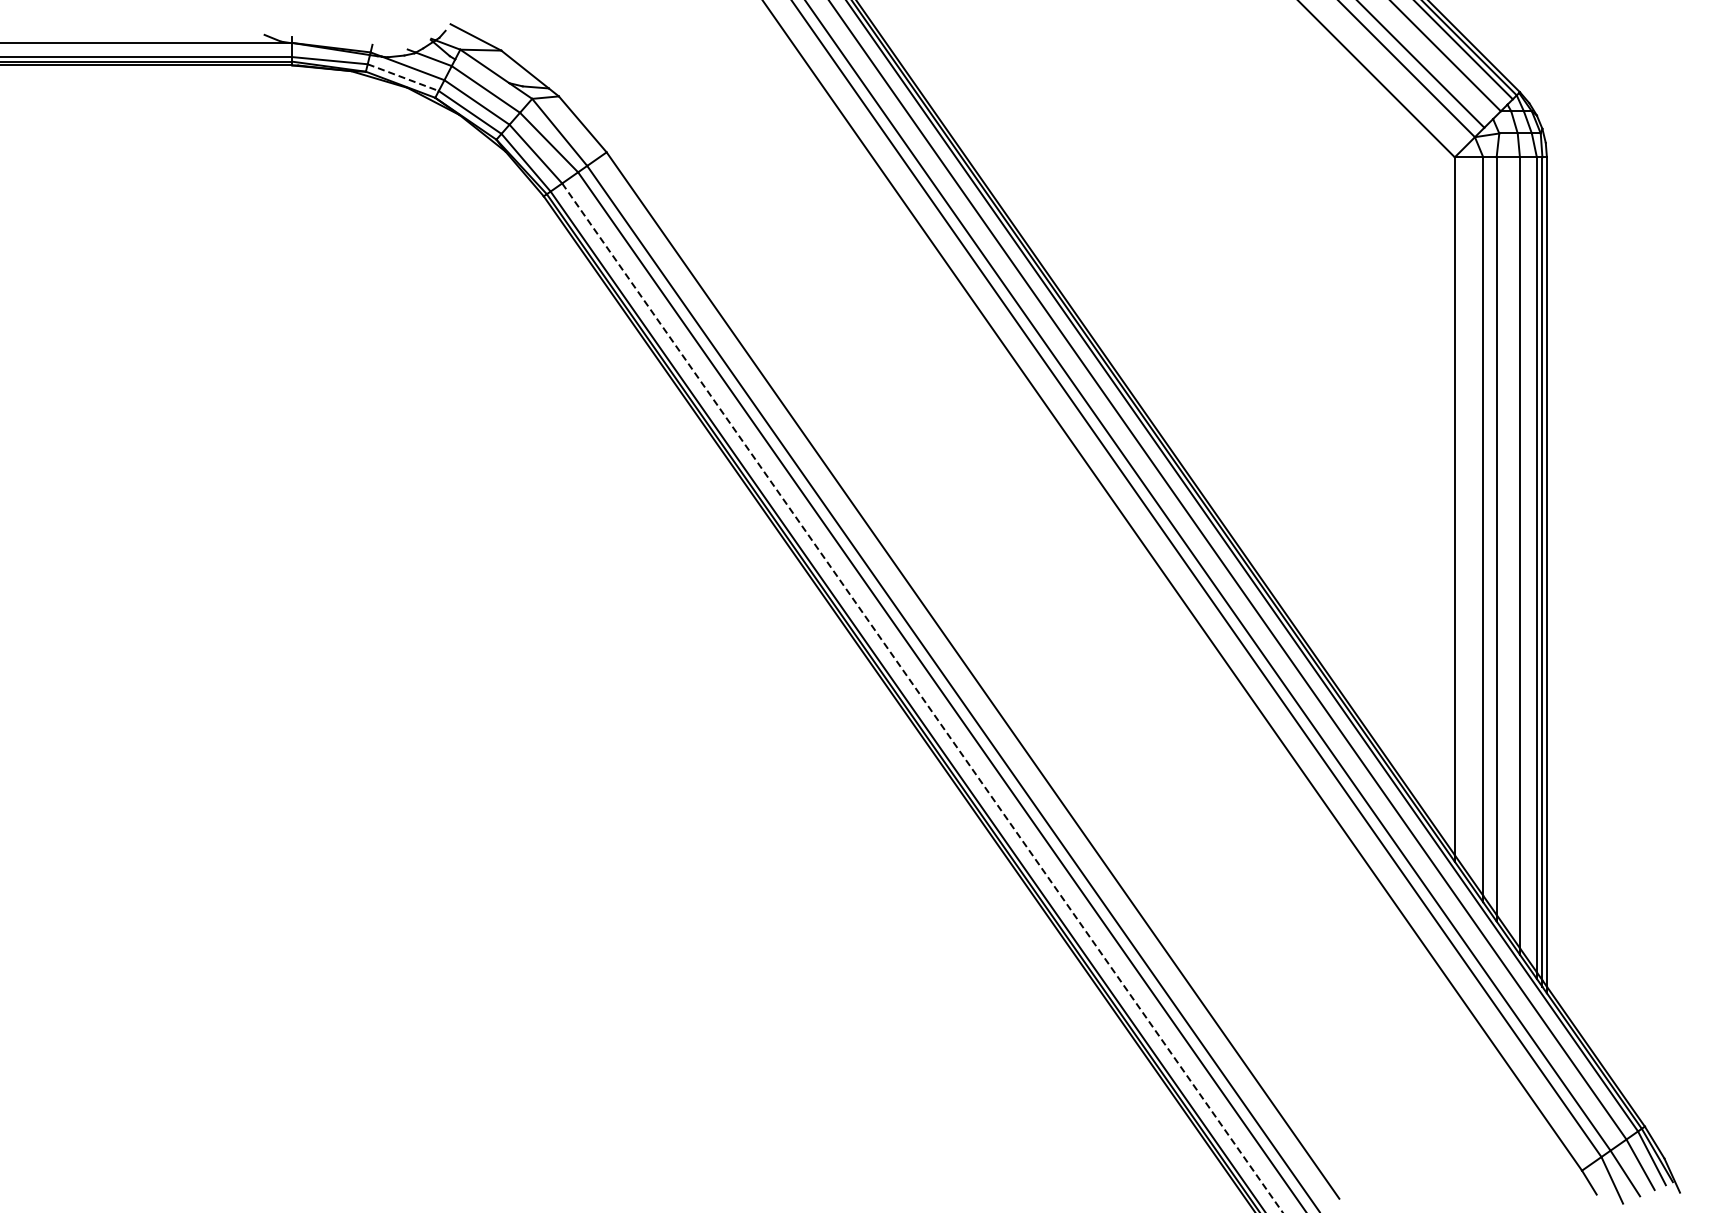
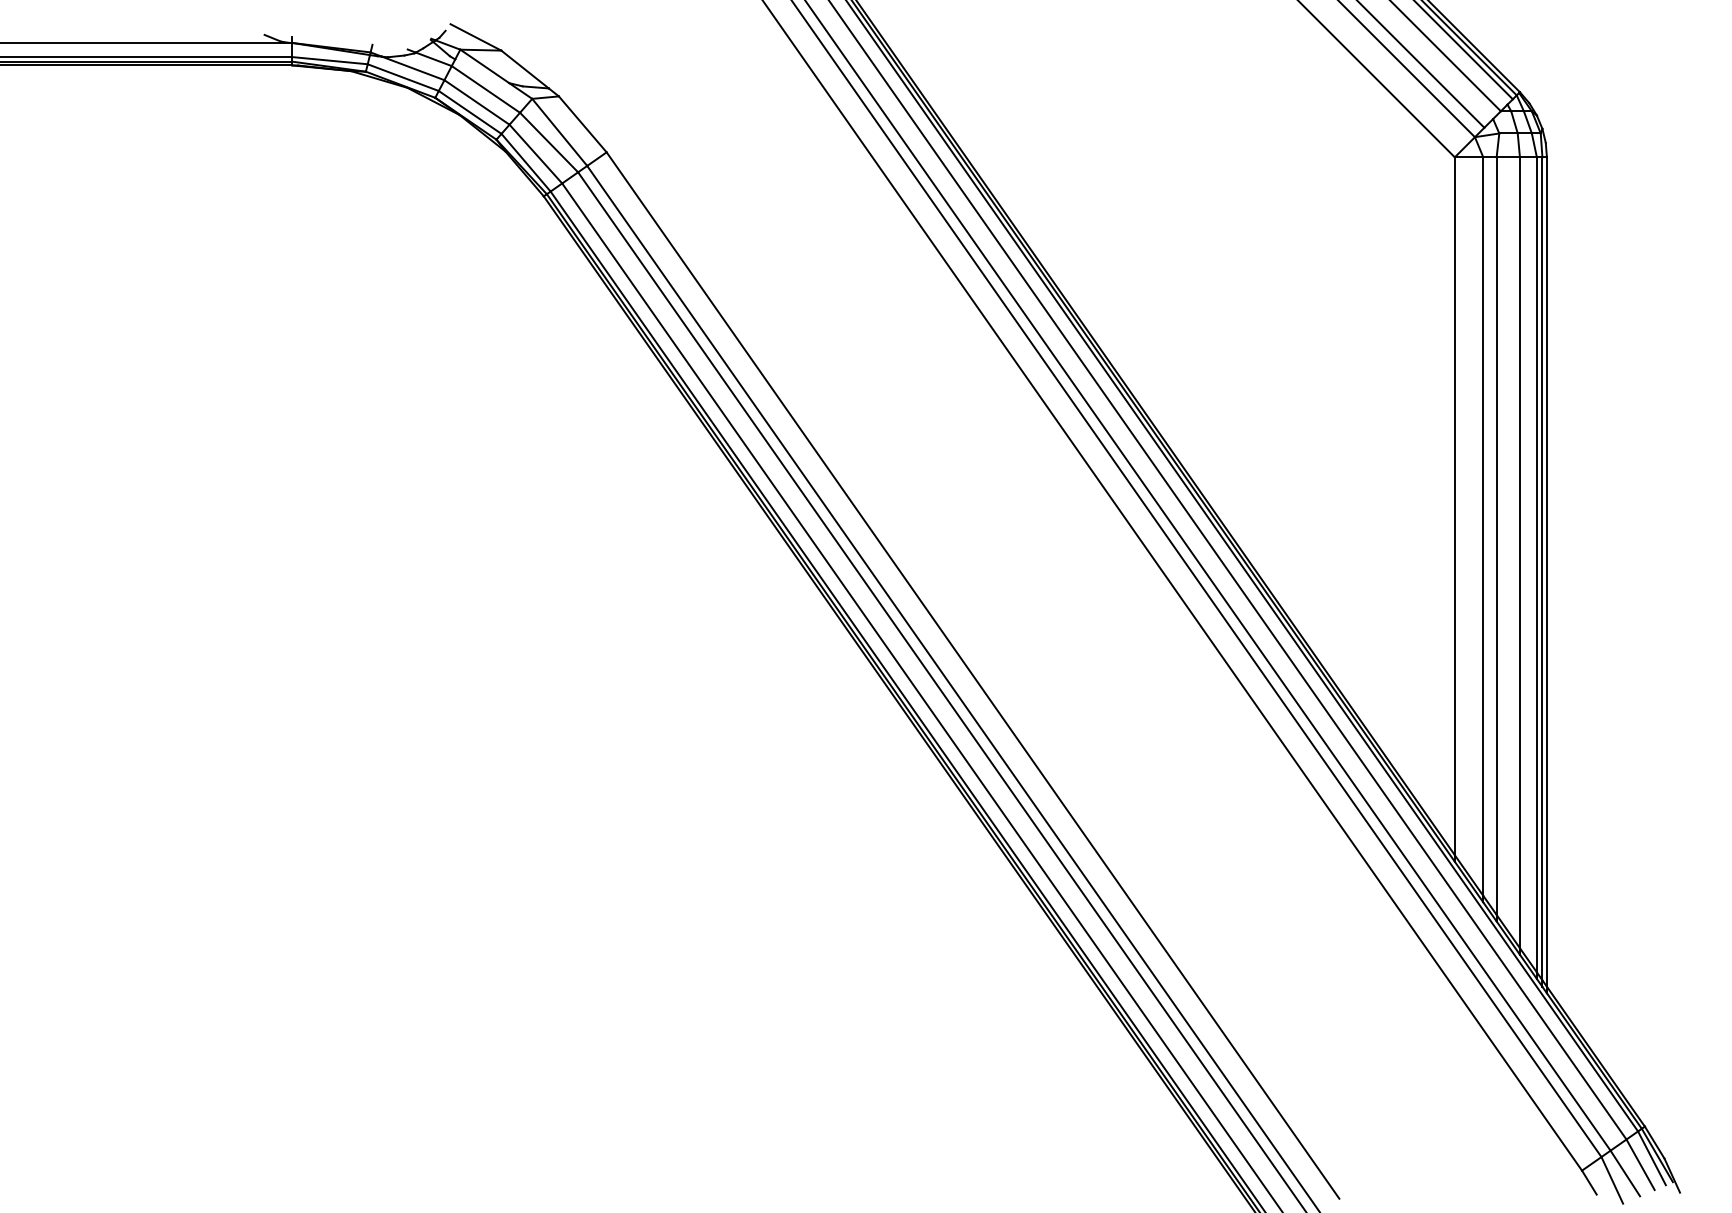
line at (403, 77): dashed -> solid
line at (922, 698): dashed -> solid
